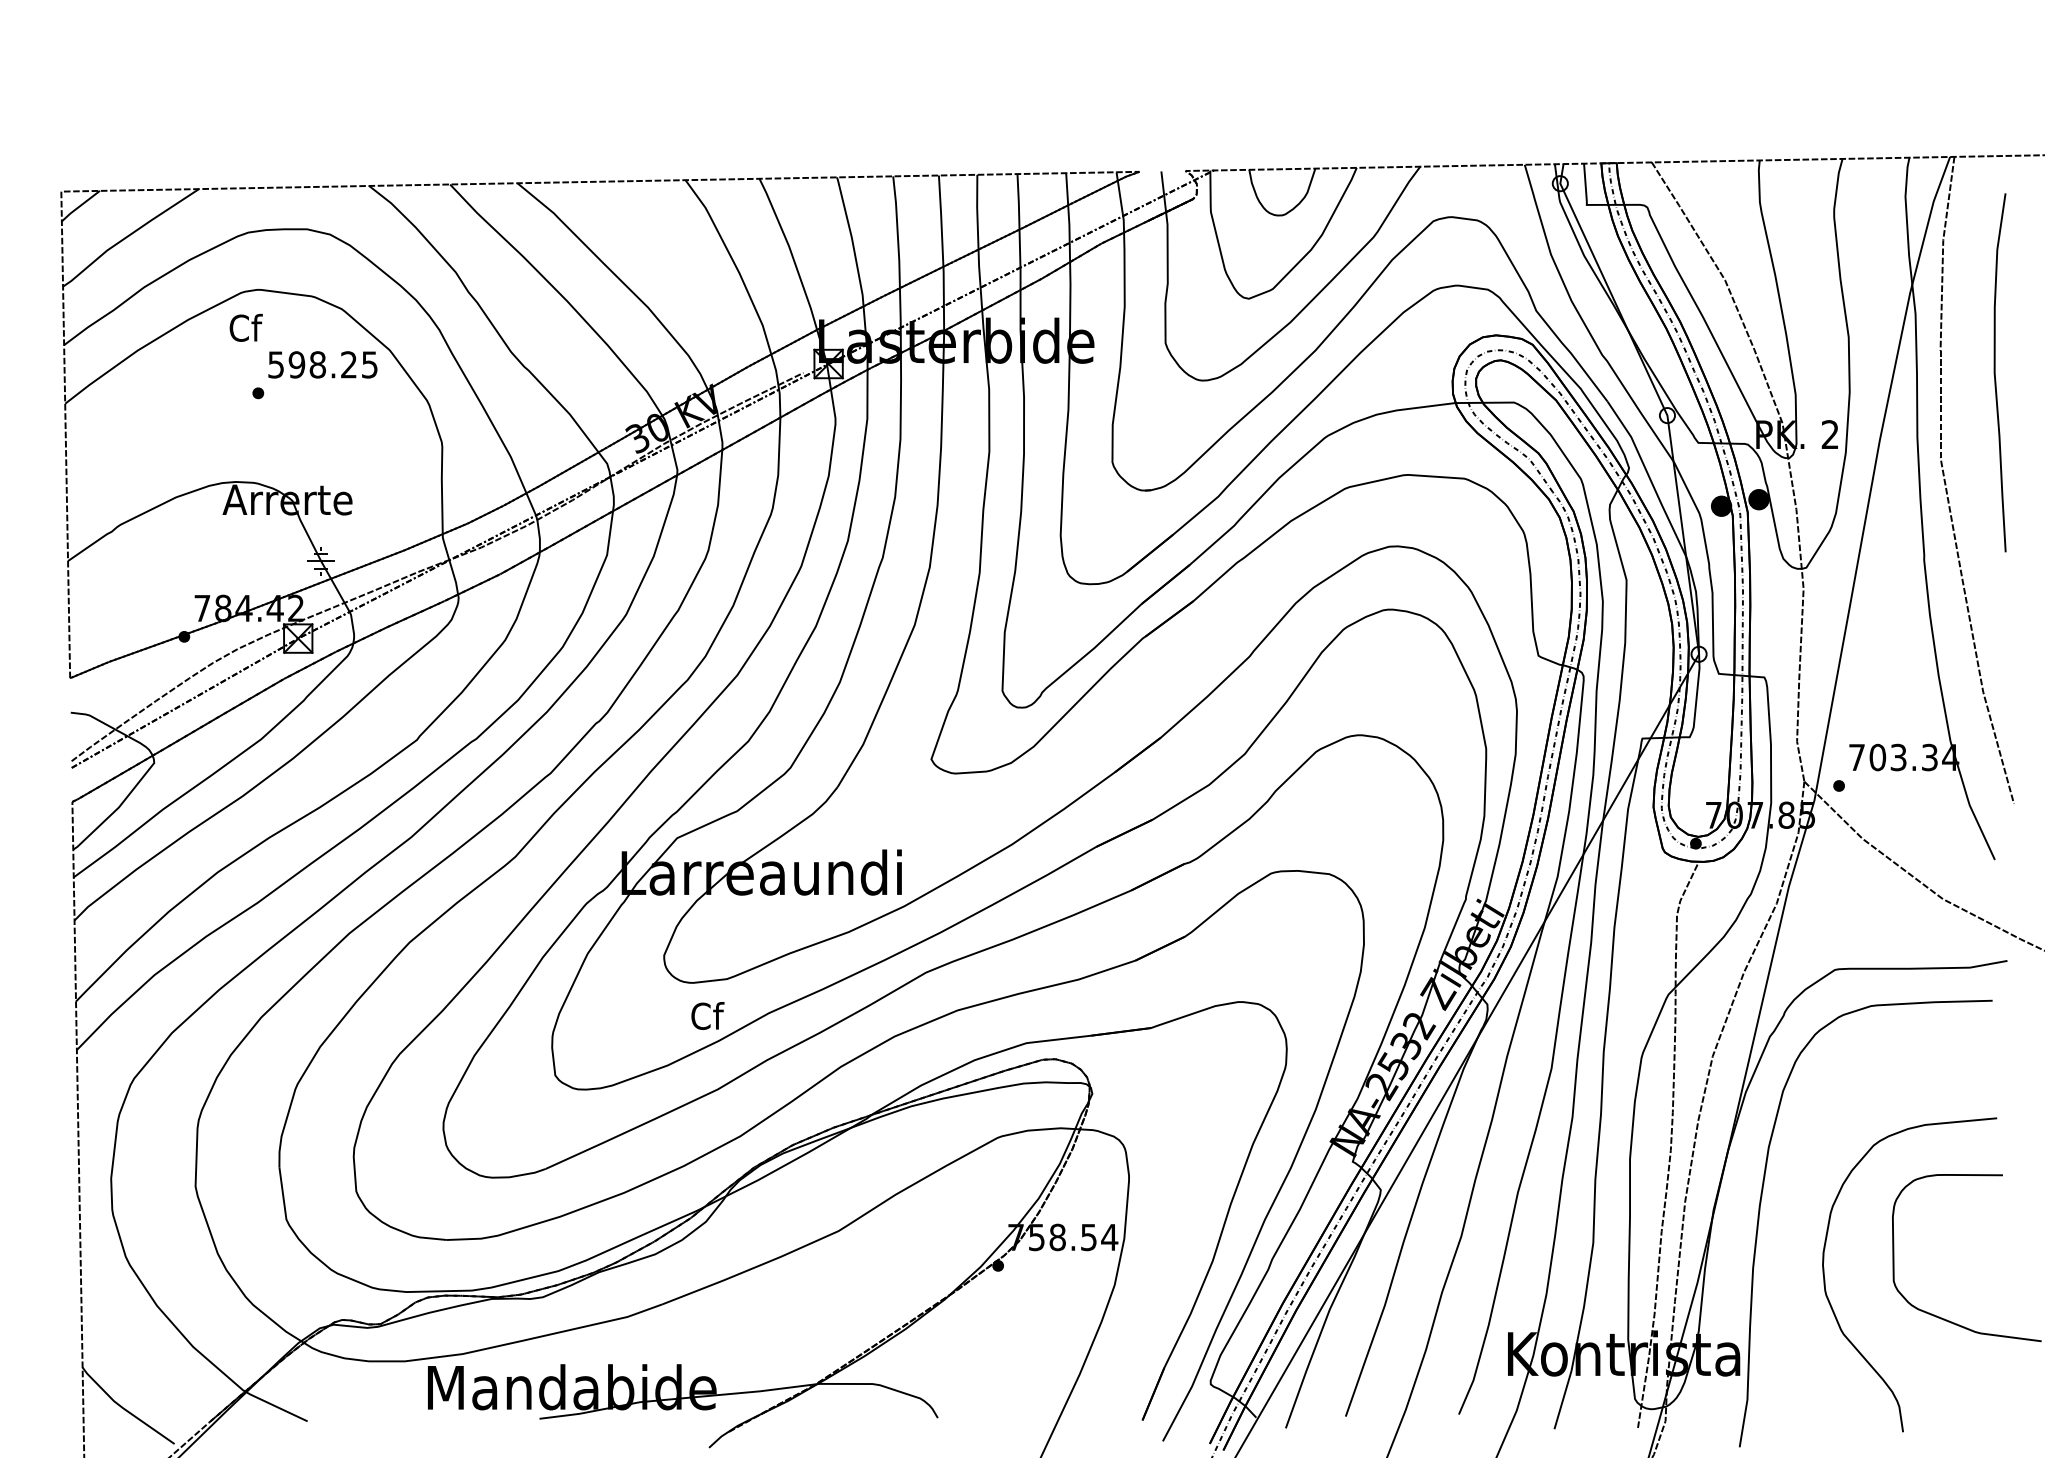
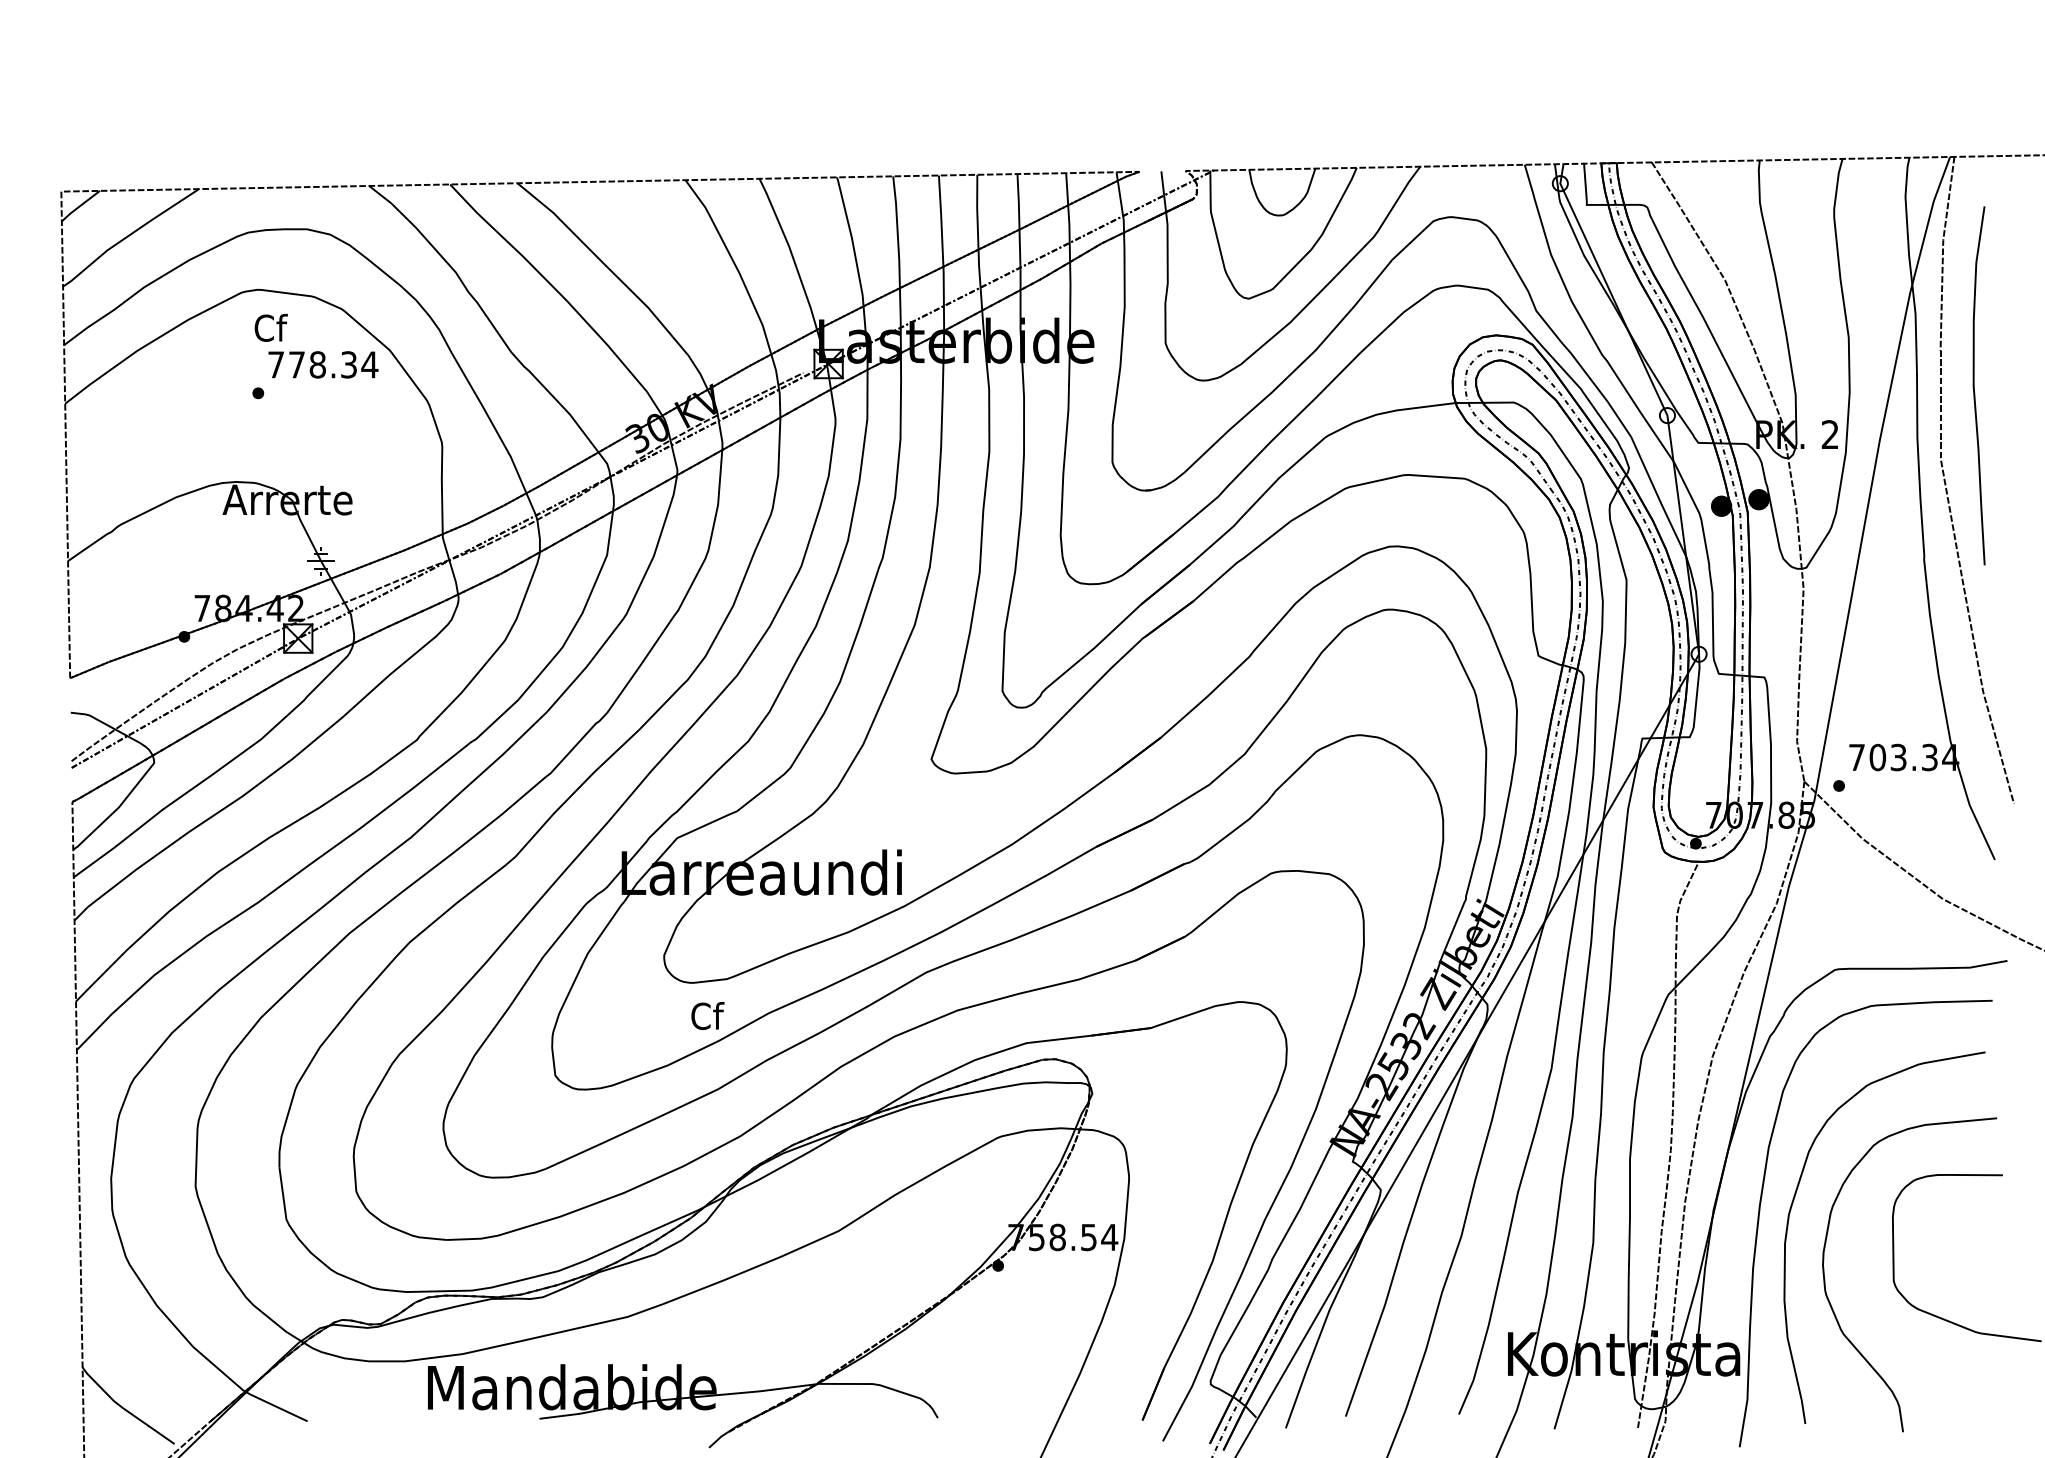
text at (245, 327) position: (245, 327) -> (270, 327)
text at (323, 364): 598.25 -> 778.34
curve at (1995, 372) position: (1995, 372) -> (1974, 385)
curve at (1788, 1227): none -> present
